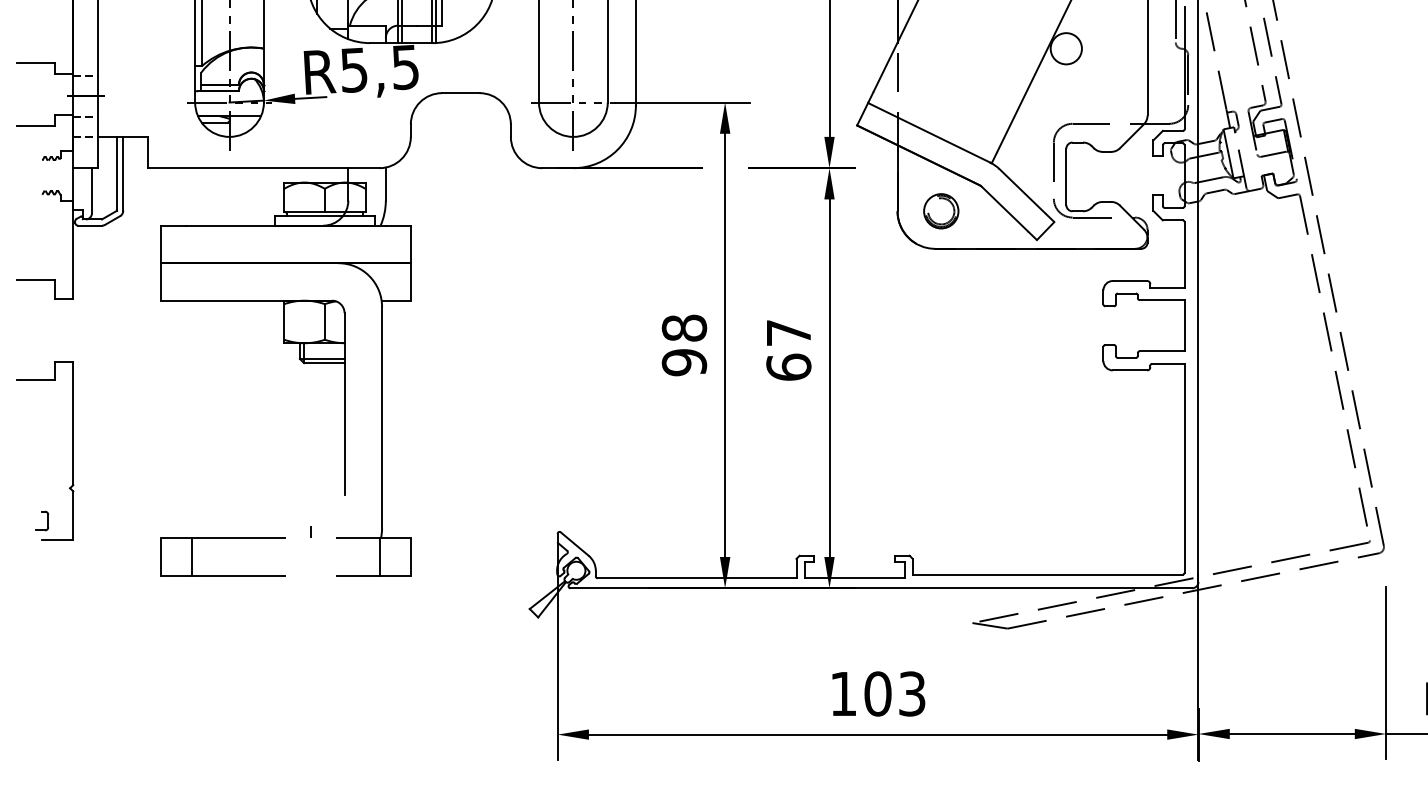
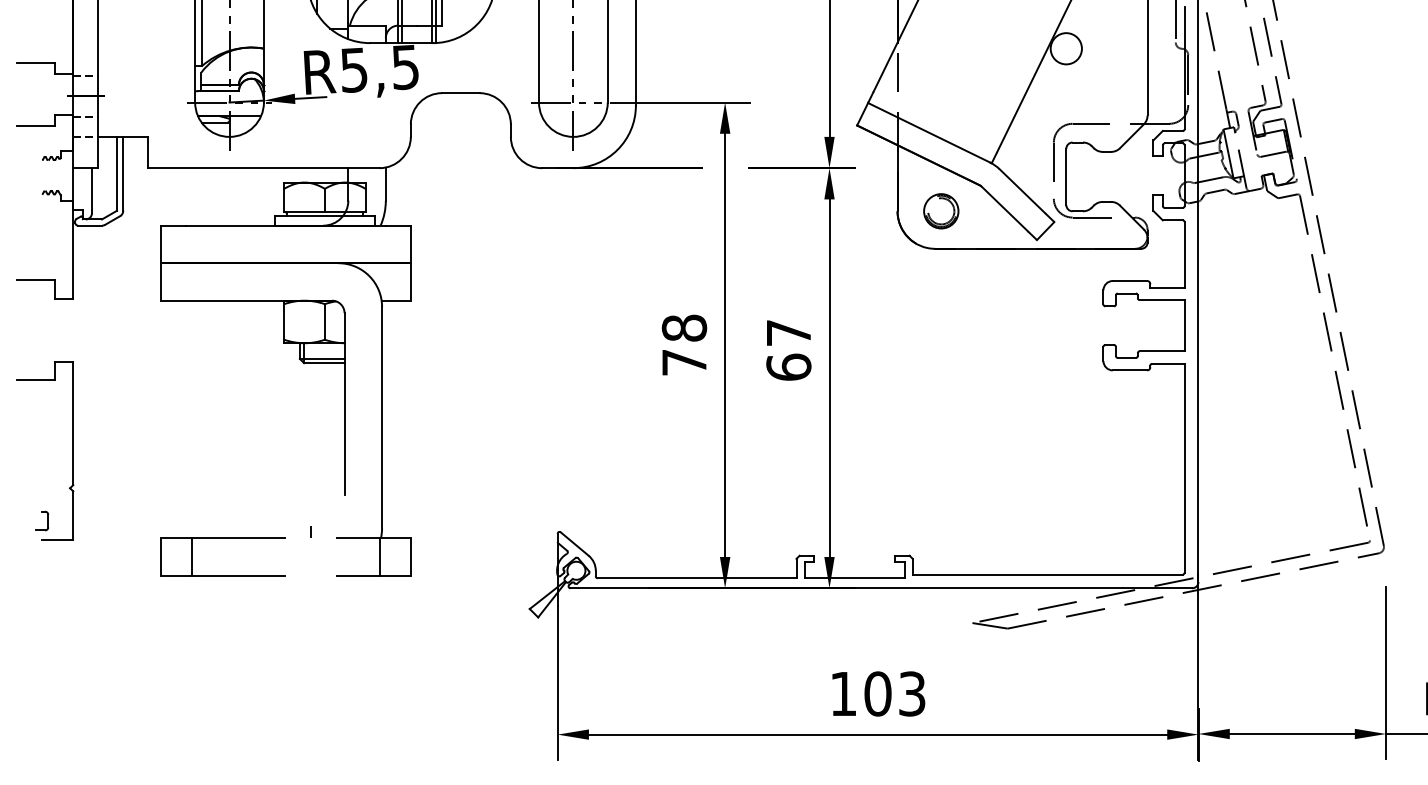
text at (684, 362): 98 -> 78
